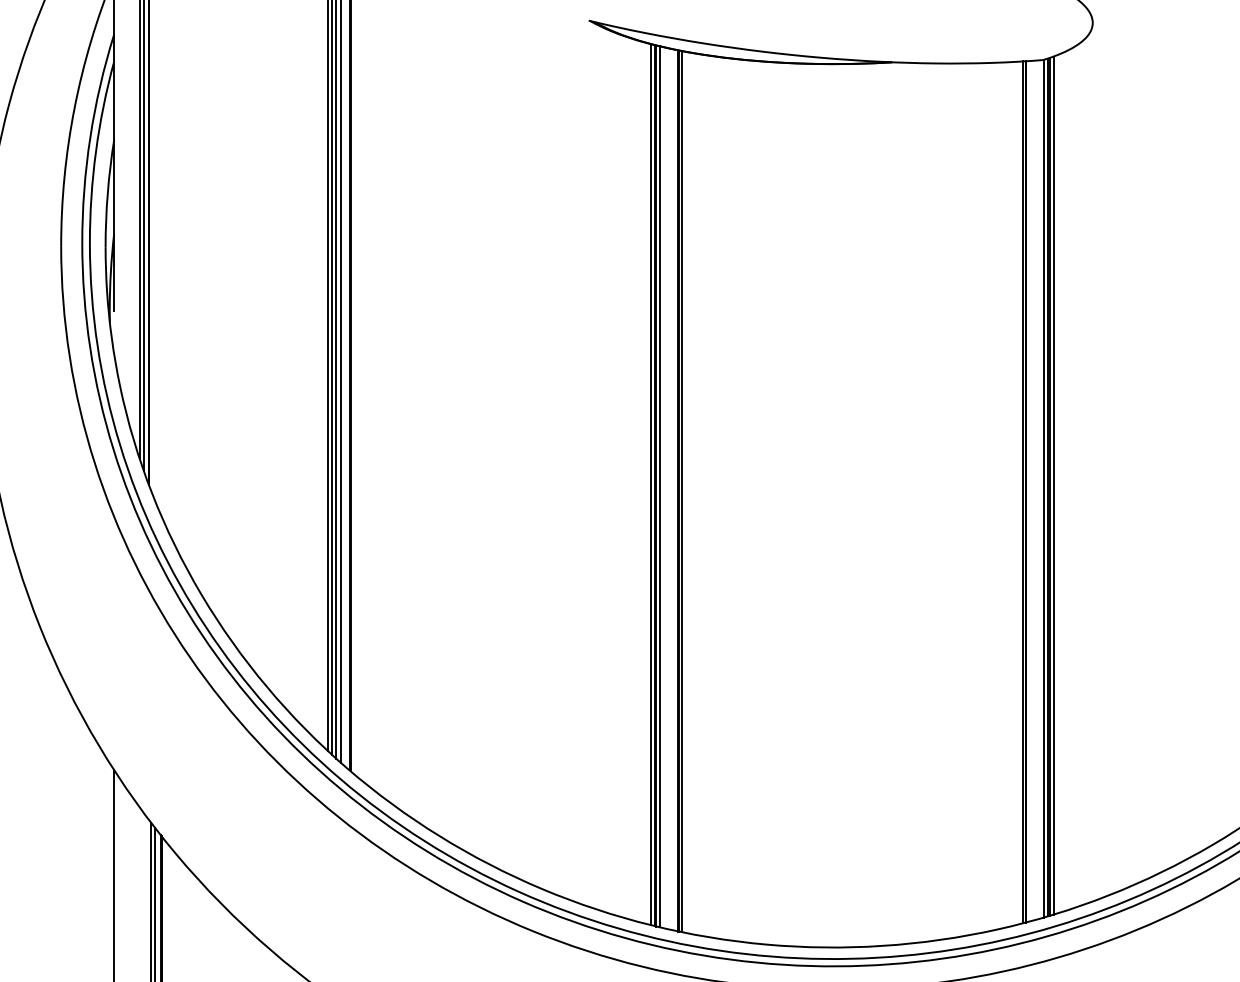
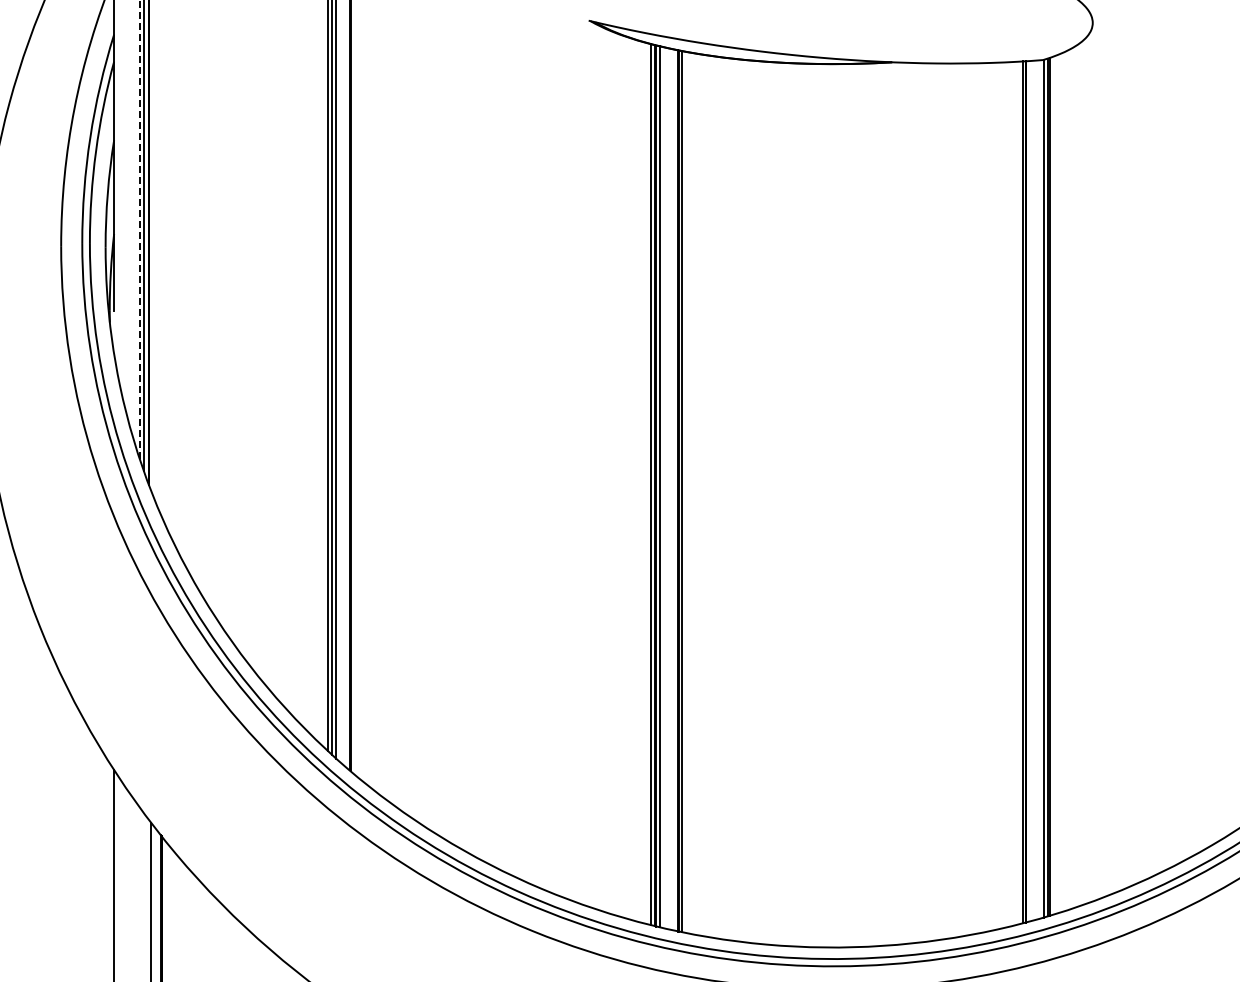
line at (139, 229): solid -> dashed
line at (340, 382): present -> none
line at (1053, 485): present -> none
line at (155, 903): present -> none
